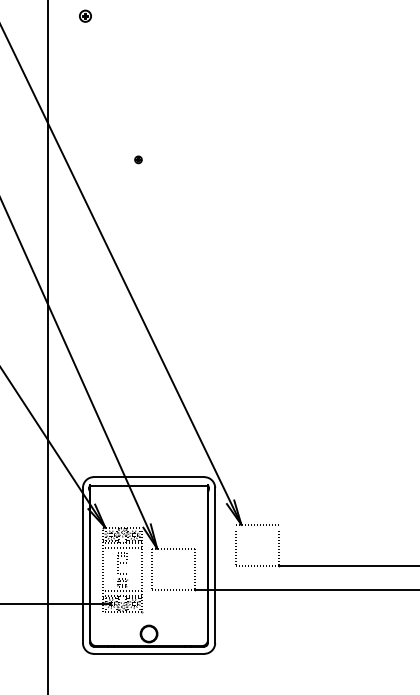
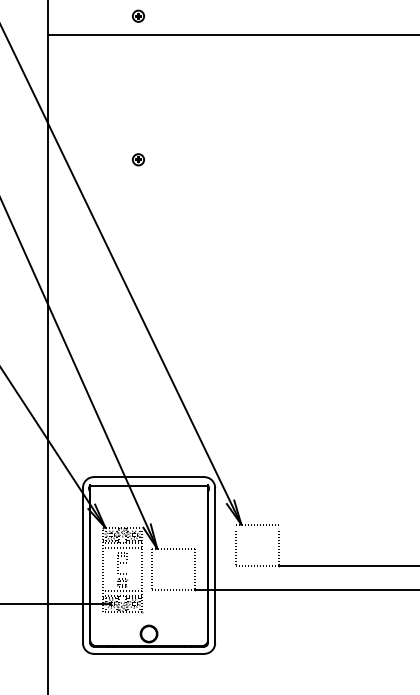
part at (85, 15) position: (85, 15) -> (138, 15)
line at (232, 34): none -> present
part at (138, 159) size: 9x10 px -> 13x14 px
